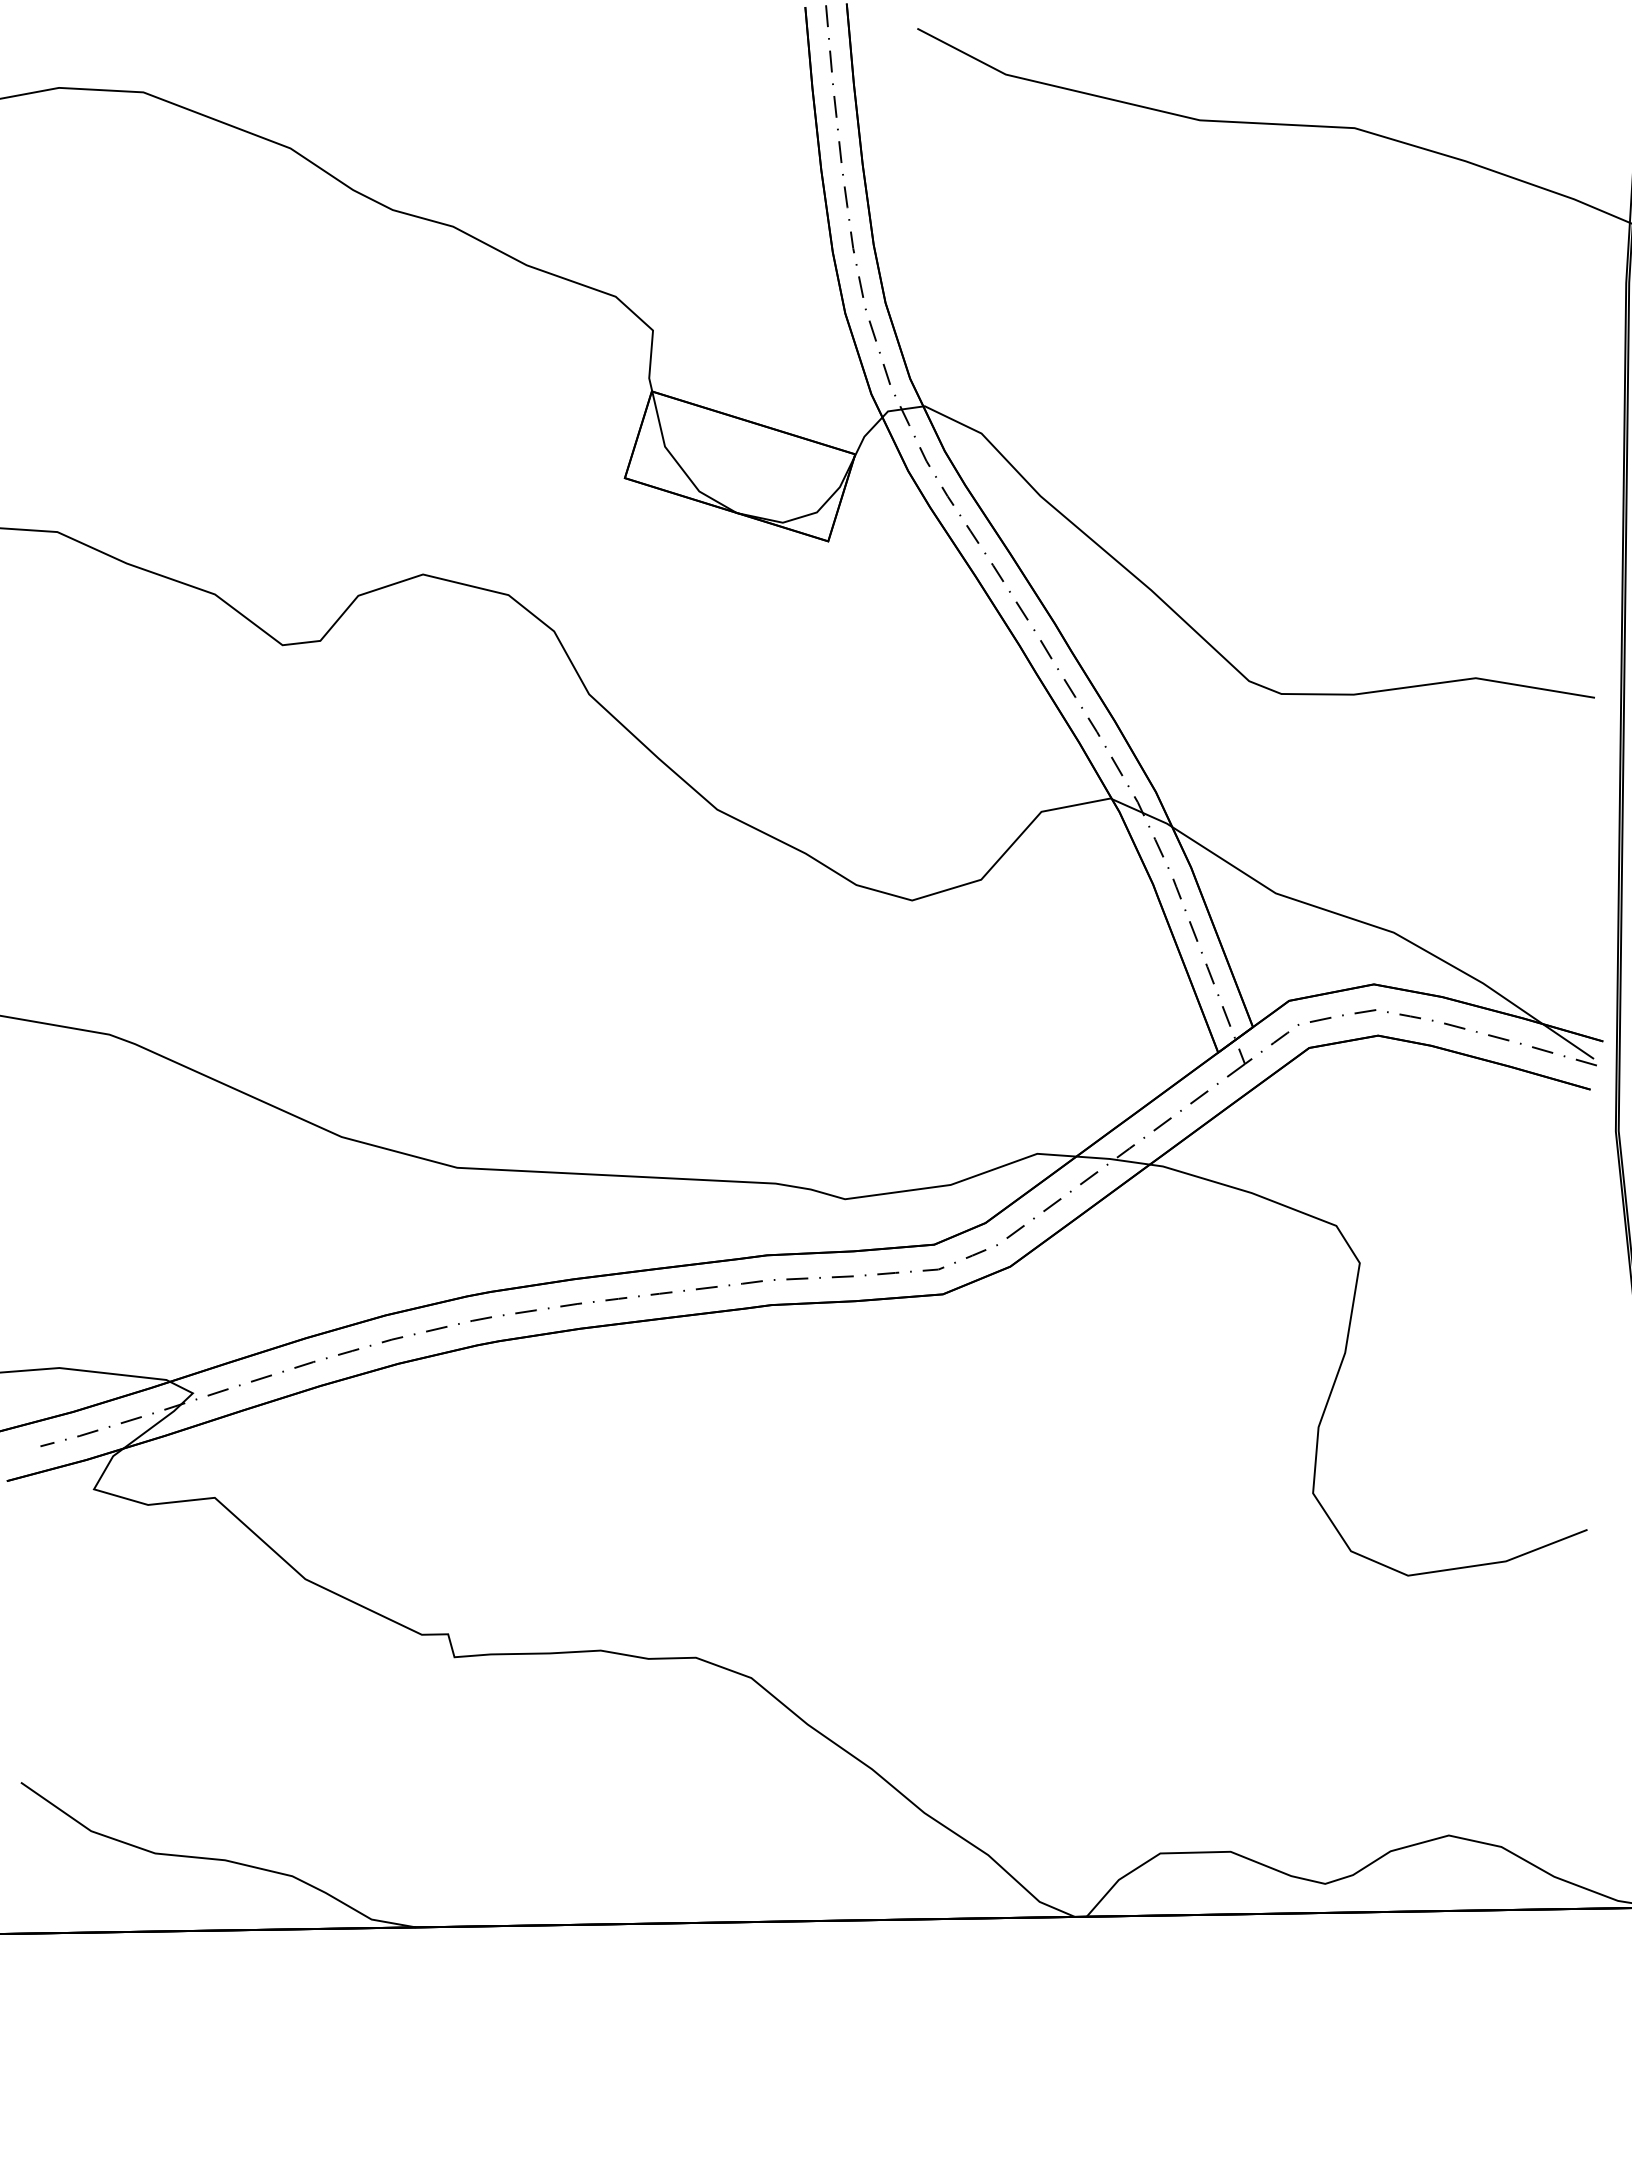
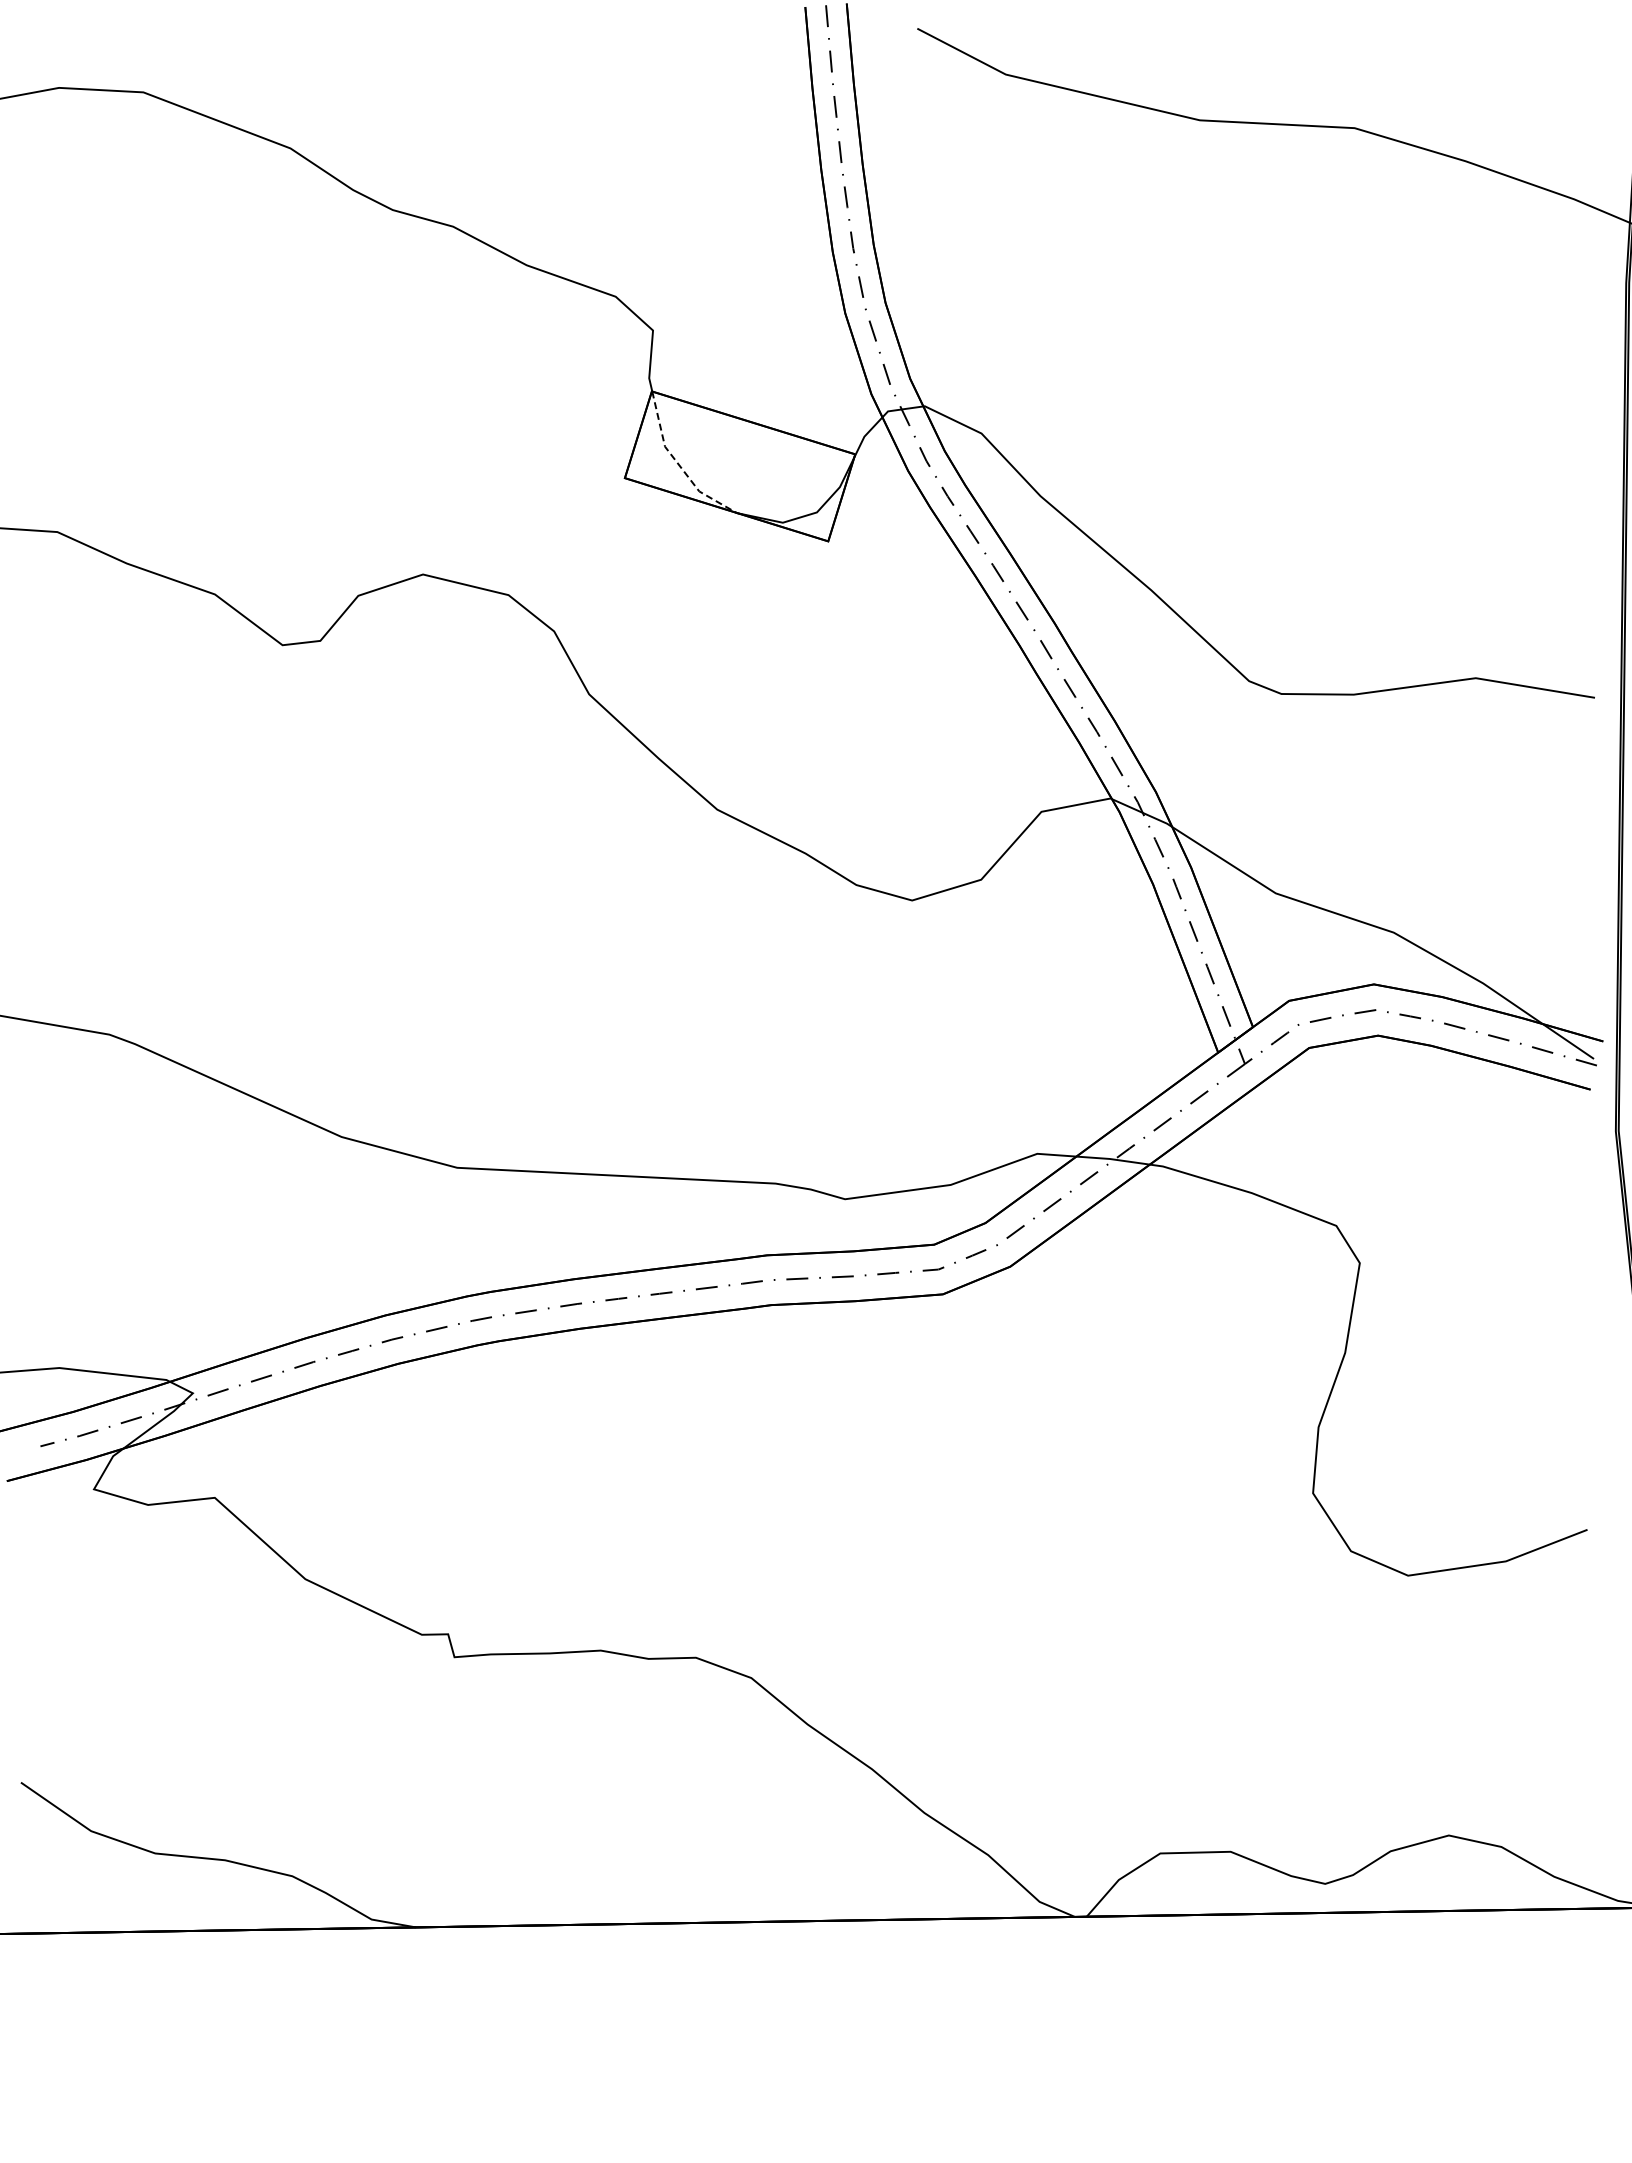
line at (678, 463): solid -> dashed
